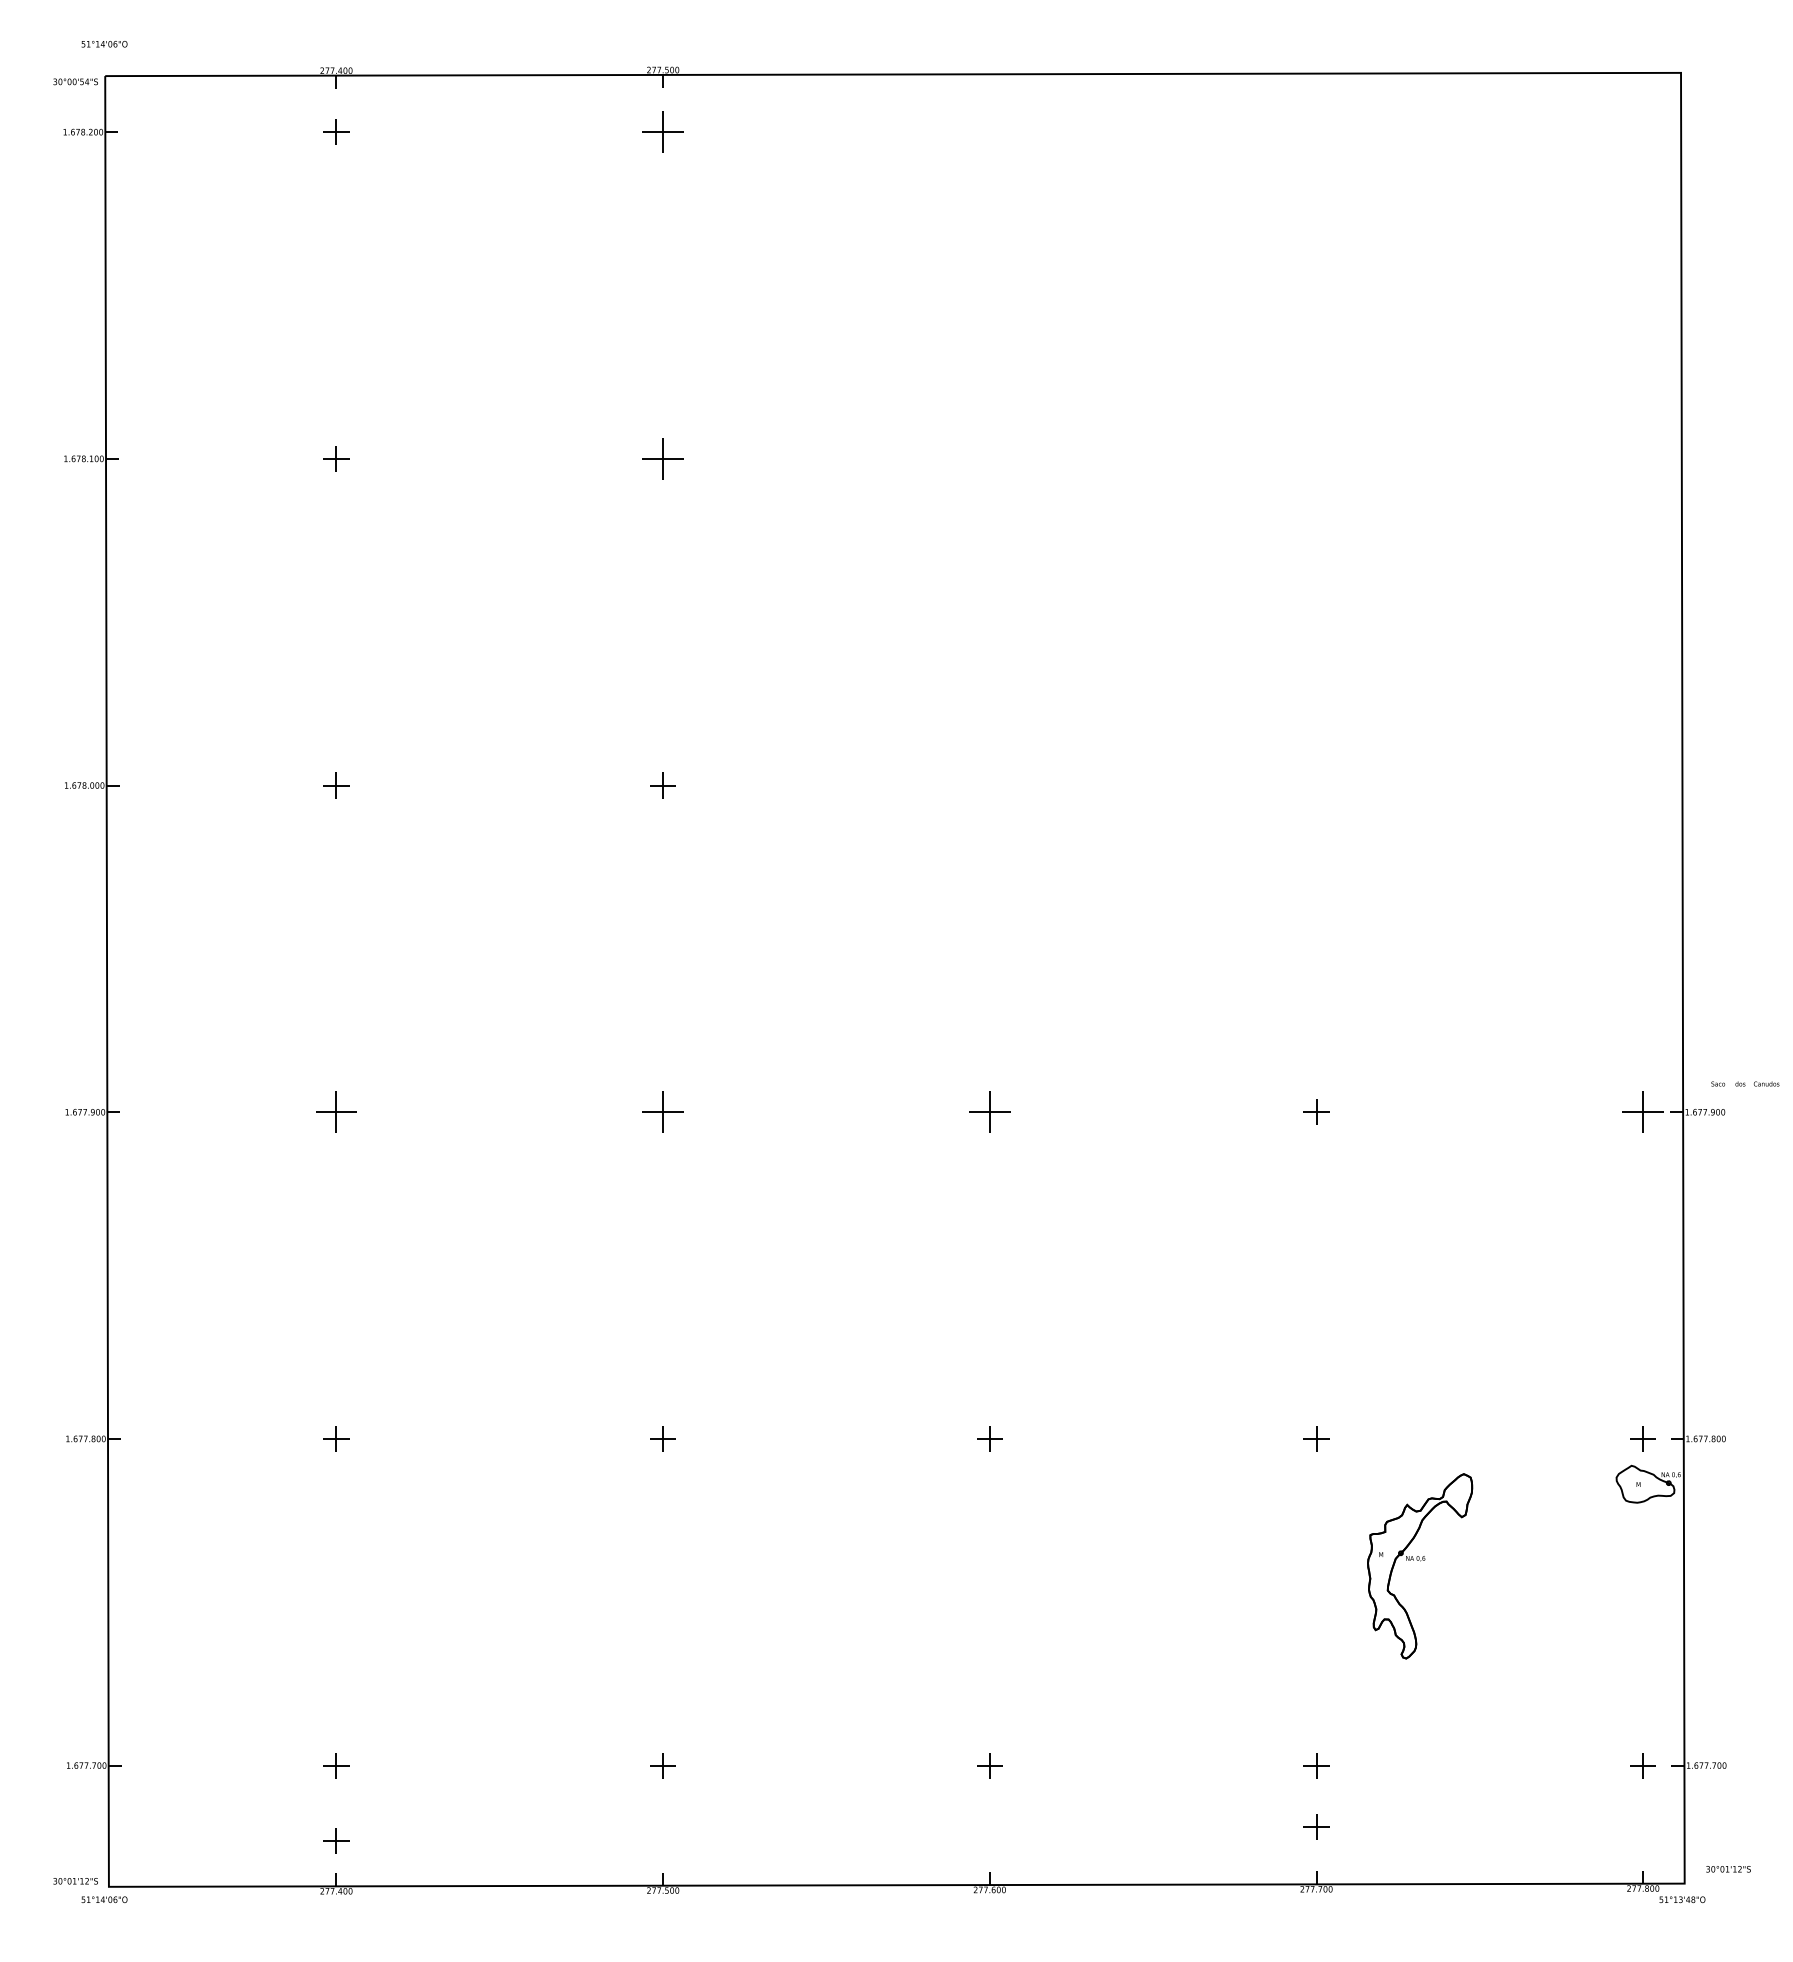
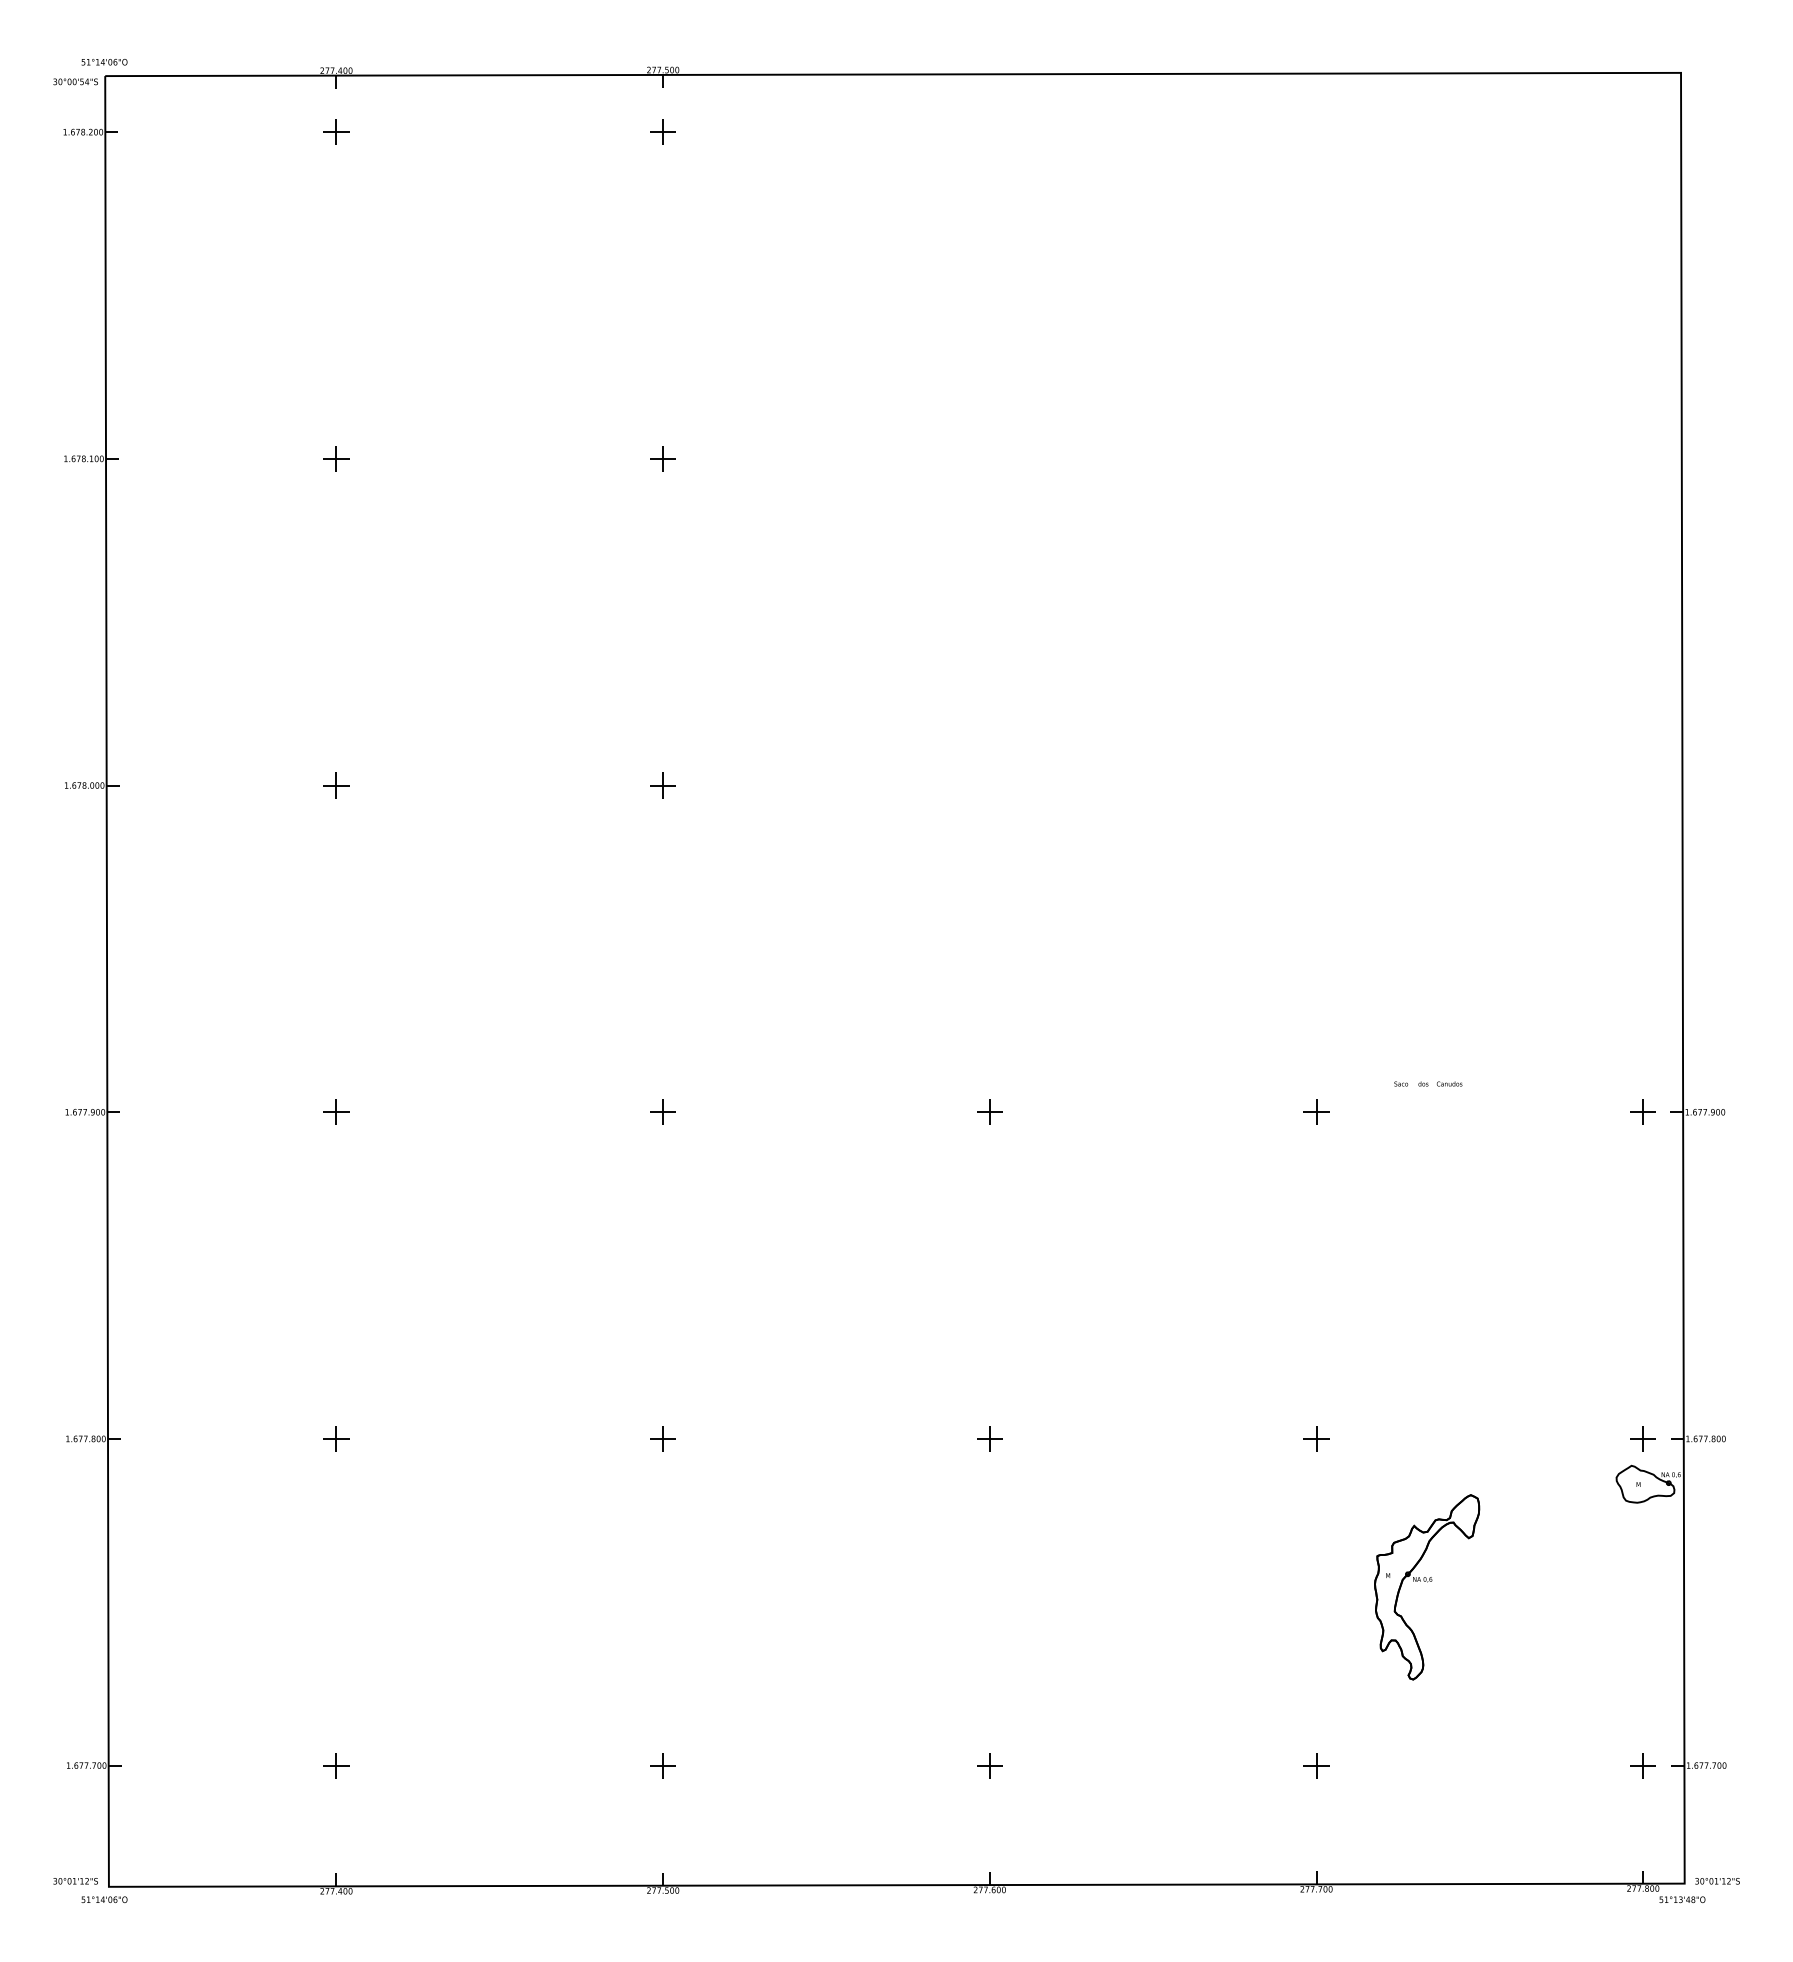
text at (104, 44) position: (104, 44) -> (104, 62)
part at (662, 131) size: 42x42 px -> 26x26 px
part at (662, 458) size: 42x42 px -> 26x26 px
text at (1745, 1083) position: (1745, 1083) -> (1428, 1083)
part at (336, 1111) size: 41x42 px -> 27x26 px
part at (662, 1111) size: 42x42 px -> 26x26 px
part at (989, 1111) size: 42x42 px -> 26x26 px
part at (1642, 1111) size: 42x42 px -> 26x26 px
part at (1420, 1566) position: (1420, 1566) -> (1427, 1587)
part at (1316, 1826): present -> none
part at (336, 1840): present -> none
text at (1728, 1869) position: (1728, 1869) -> (1717, 1881)
